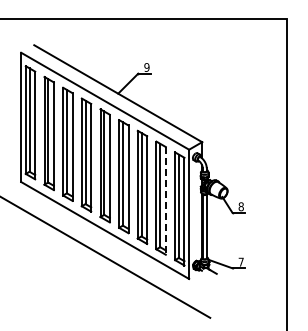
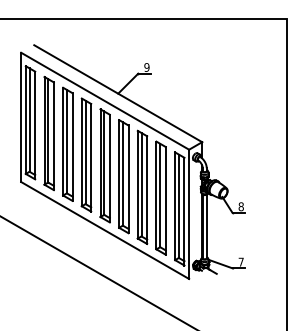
line at (165, 200): dashed -> solid
line at (106, 257) position: (106, 257) -> (97, 272)
